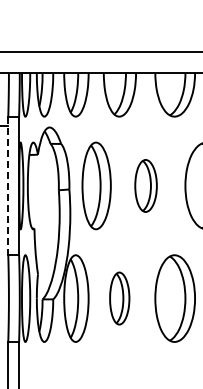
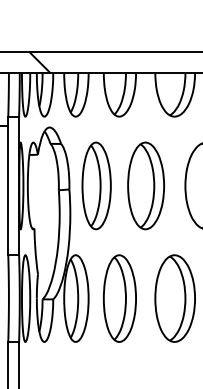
hatch at (39, 62): none -> present
part at (145, 185) size: 24x54 px -> 38x90 px
line at (8, 186): dashed -> solid
part at (119, 298) size: 22x55 px -> 35x89 px
